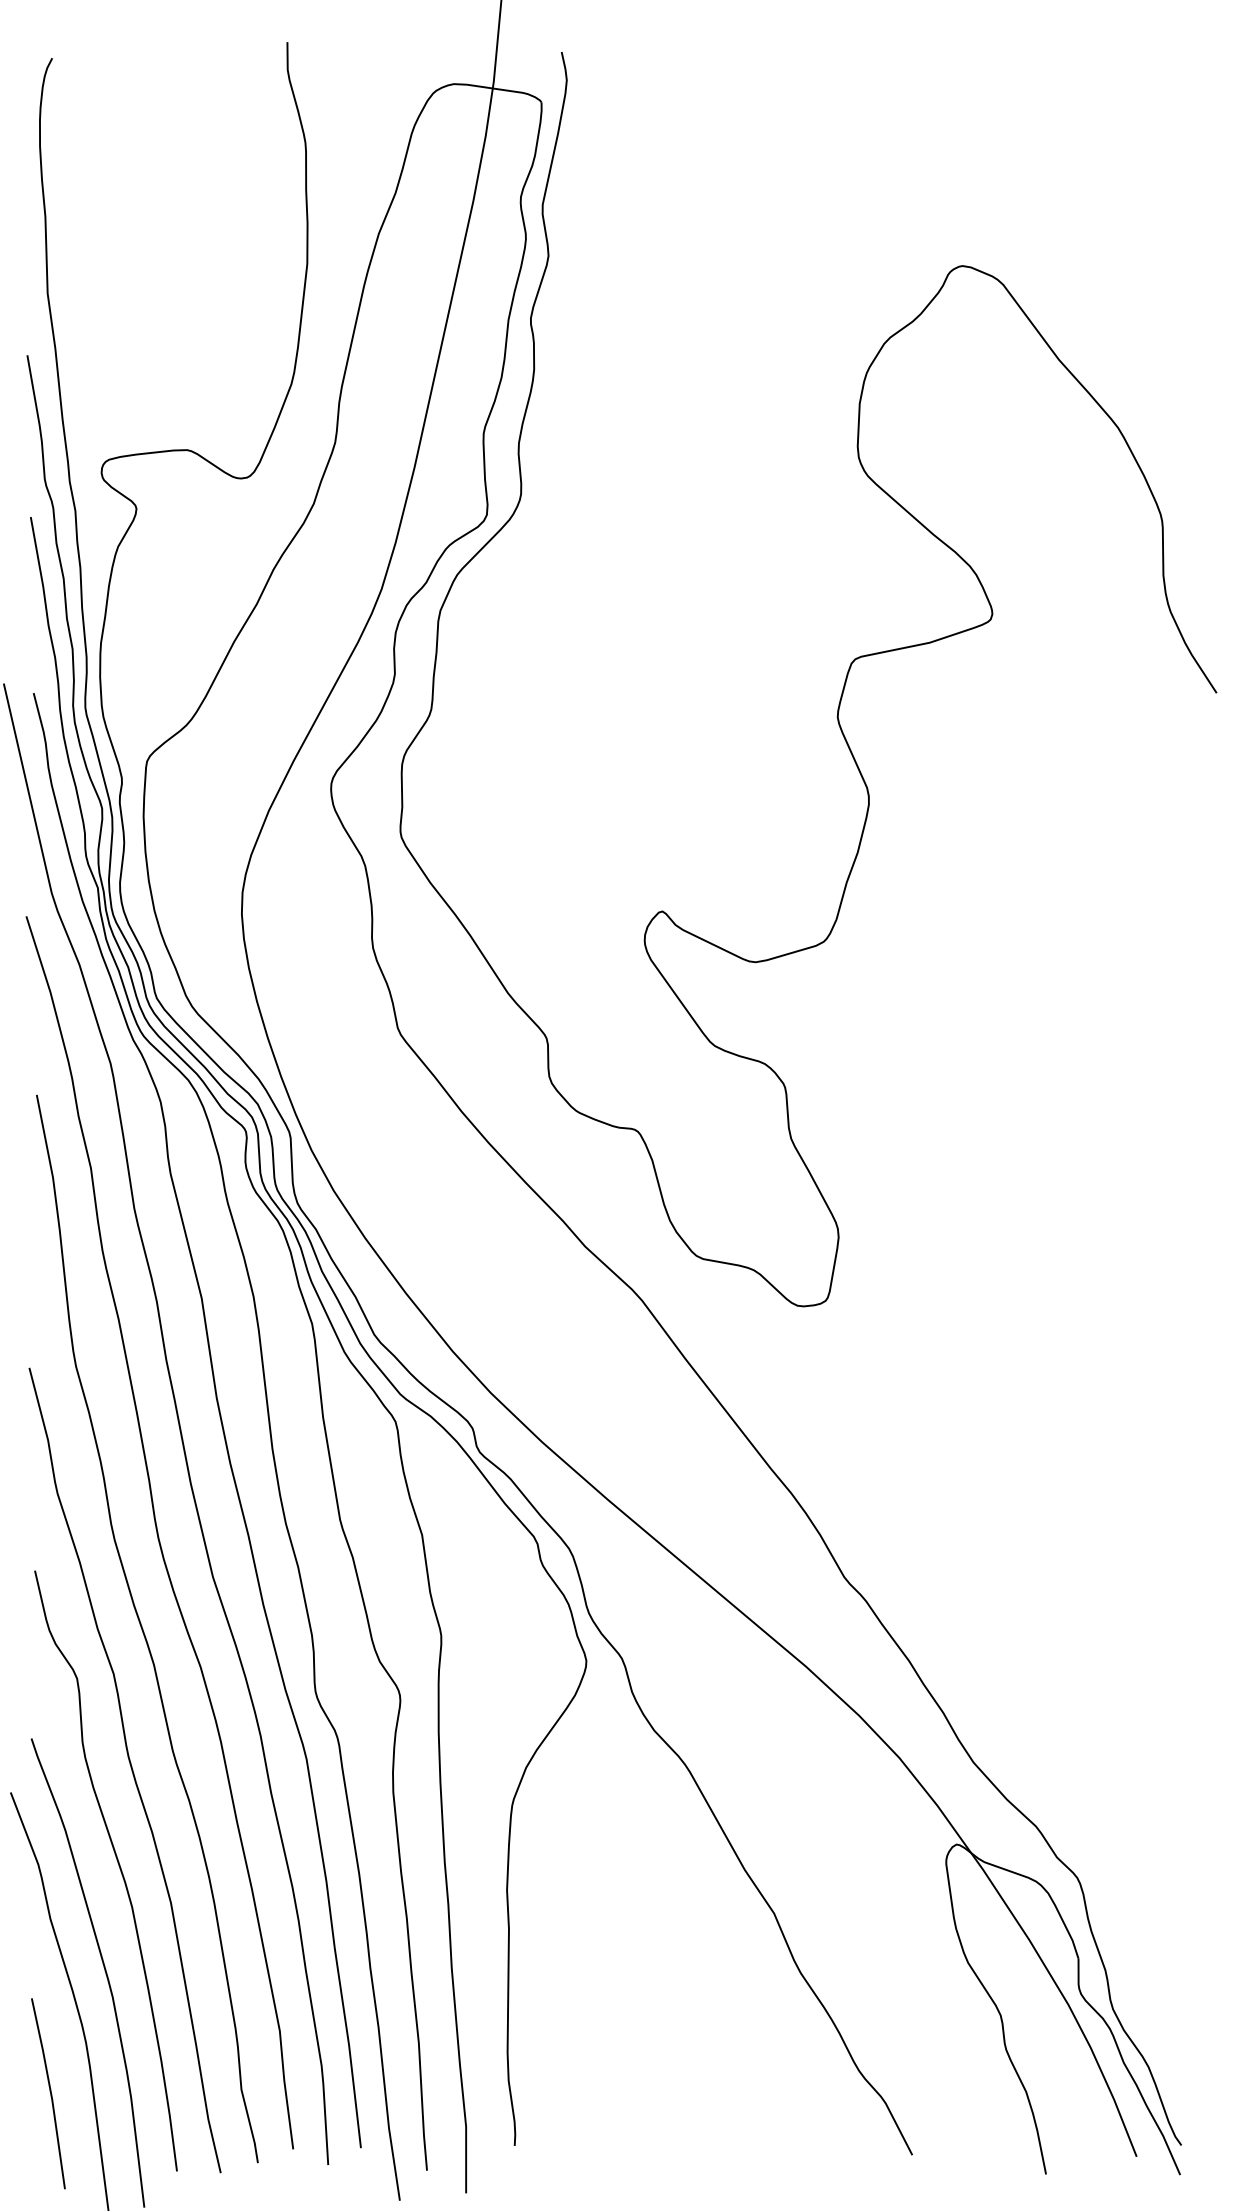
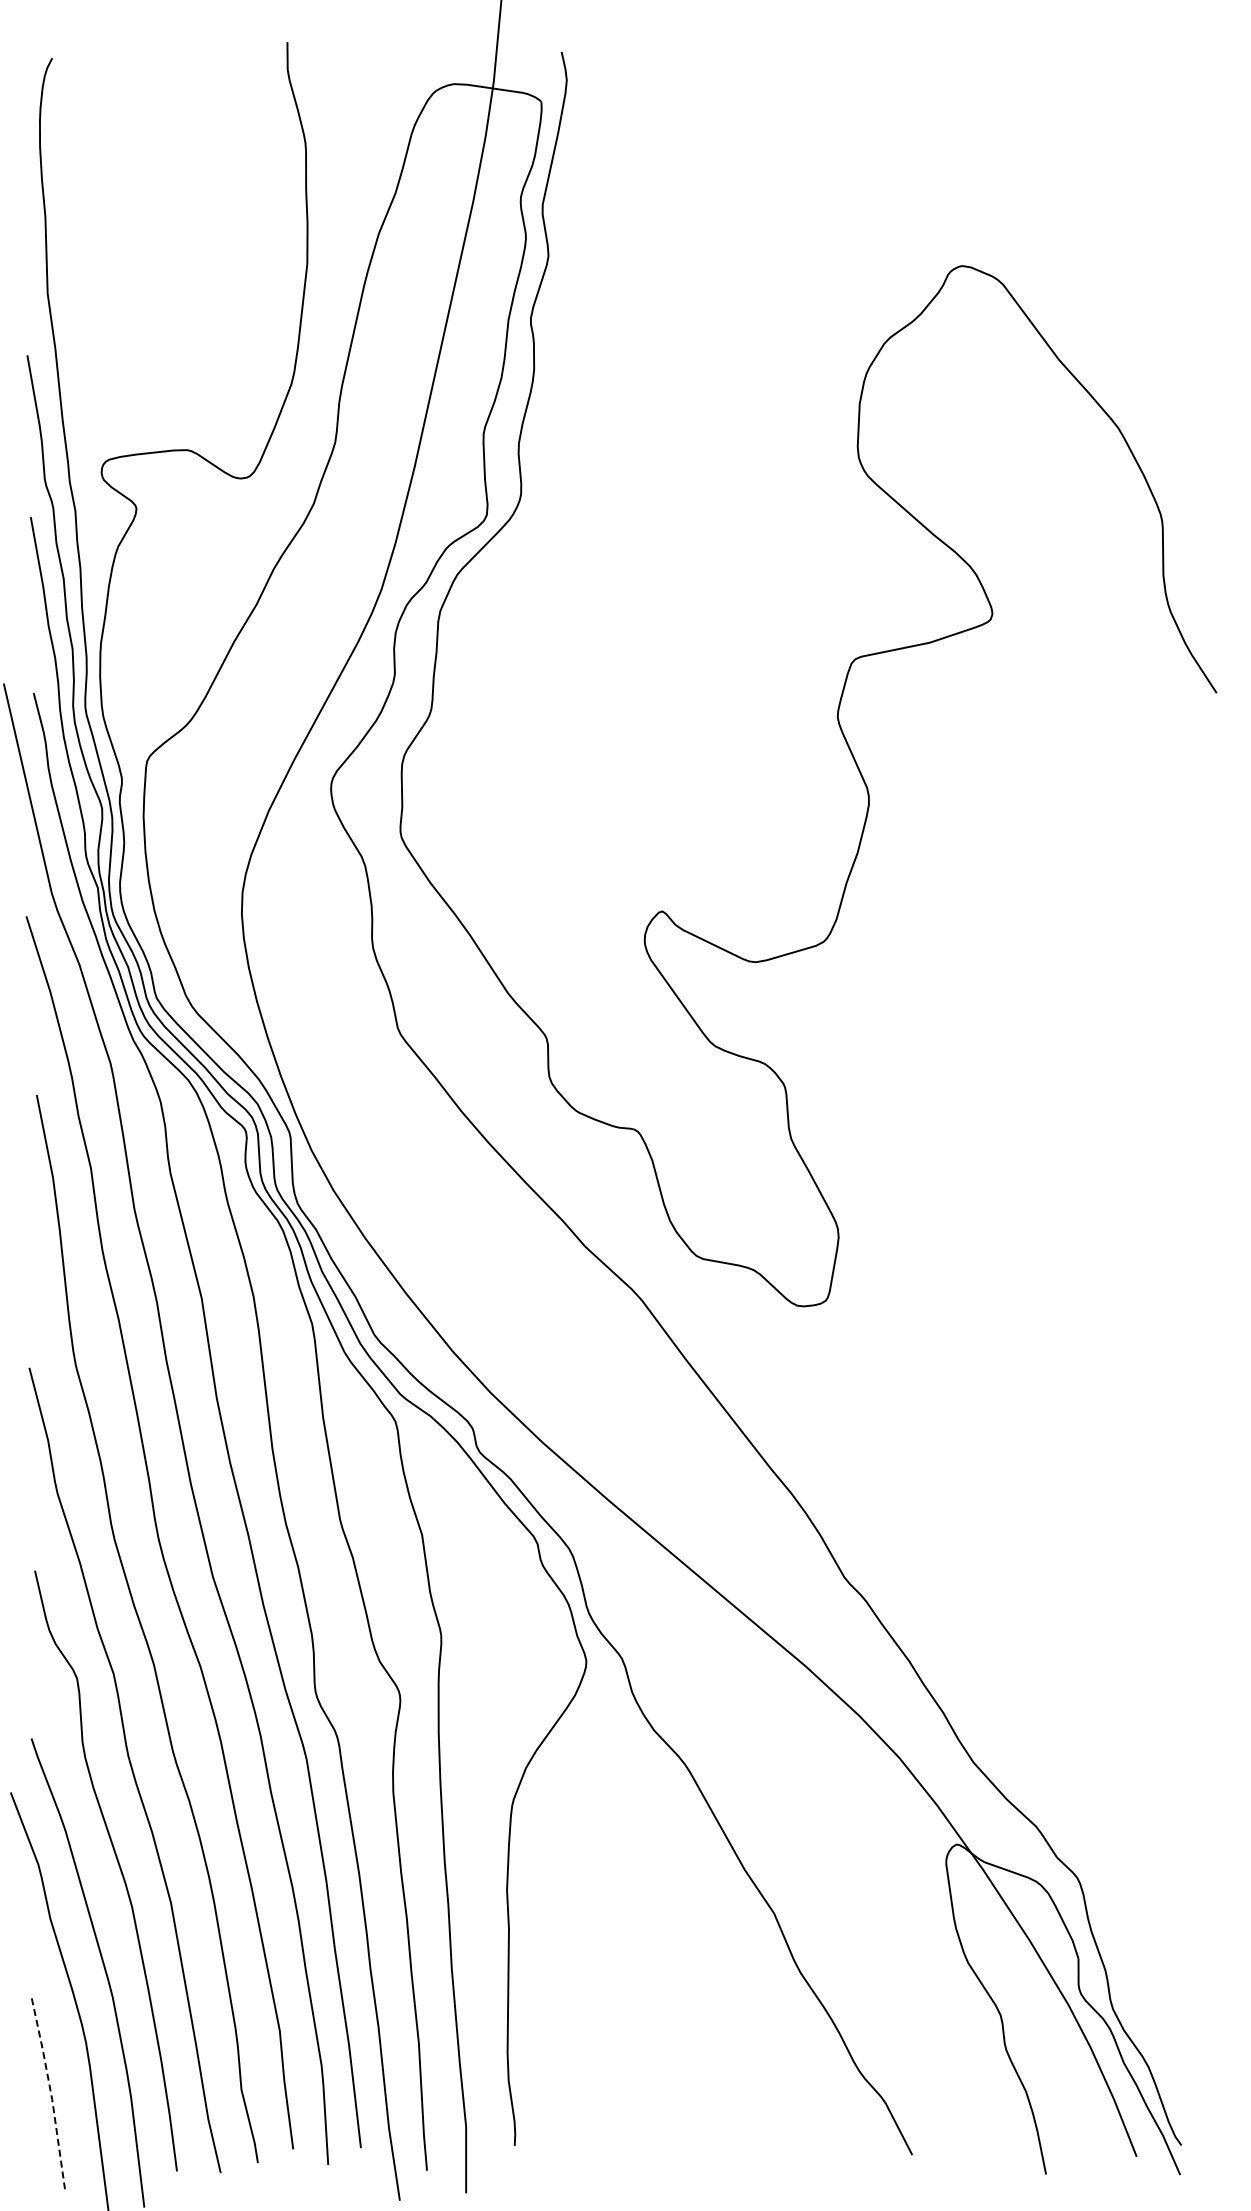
line at (51, 2093): solid -> dashed
